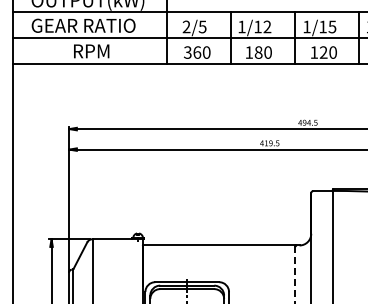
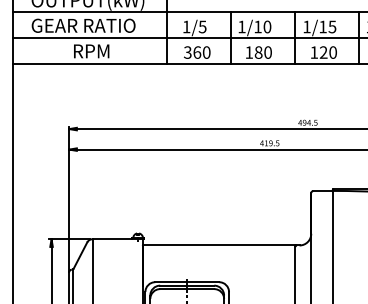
text at (186, 26): 2/5 -> 1/5
text at (267, 26): 1/12 -> 1/10
line at (295, 274): dashed -> solid
